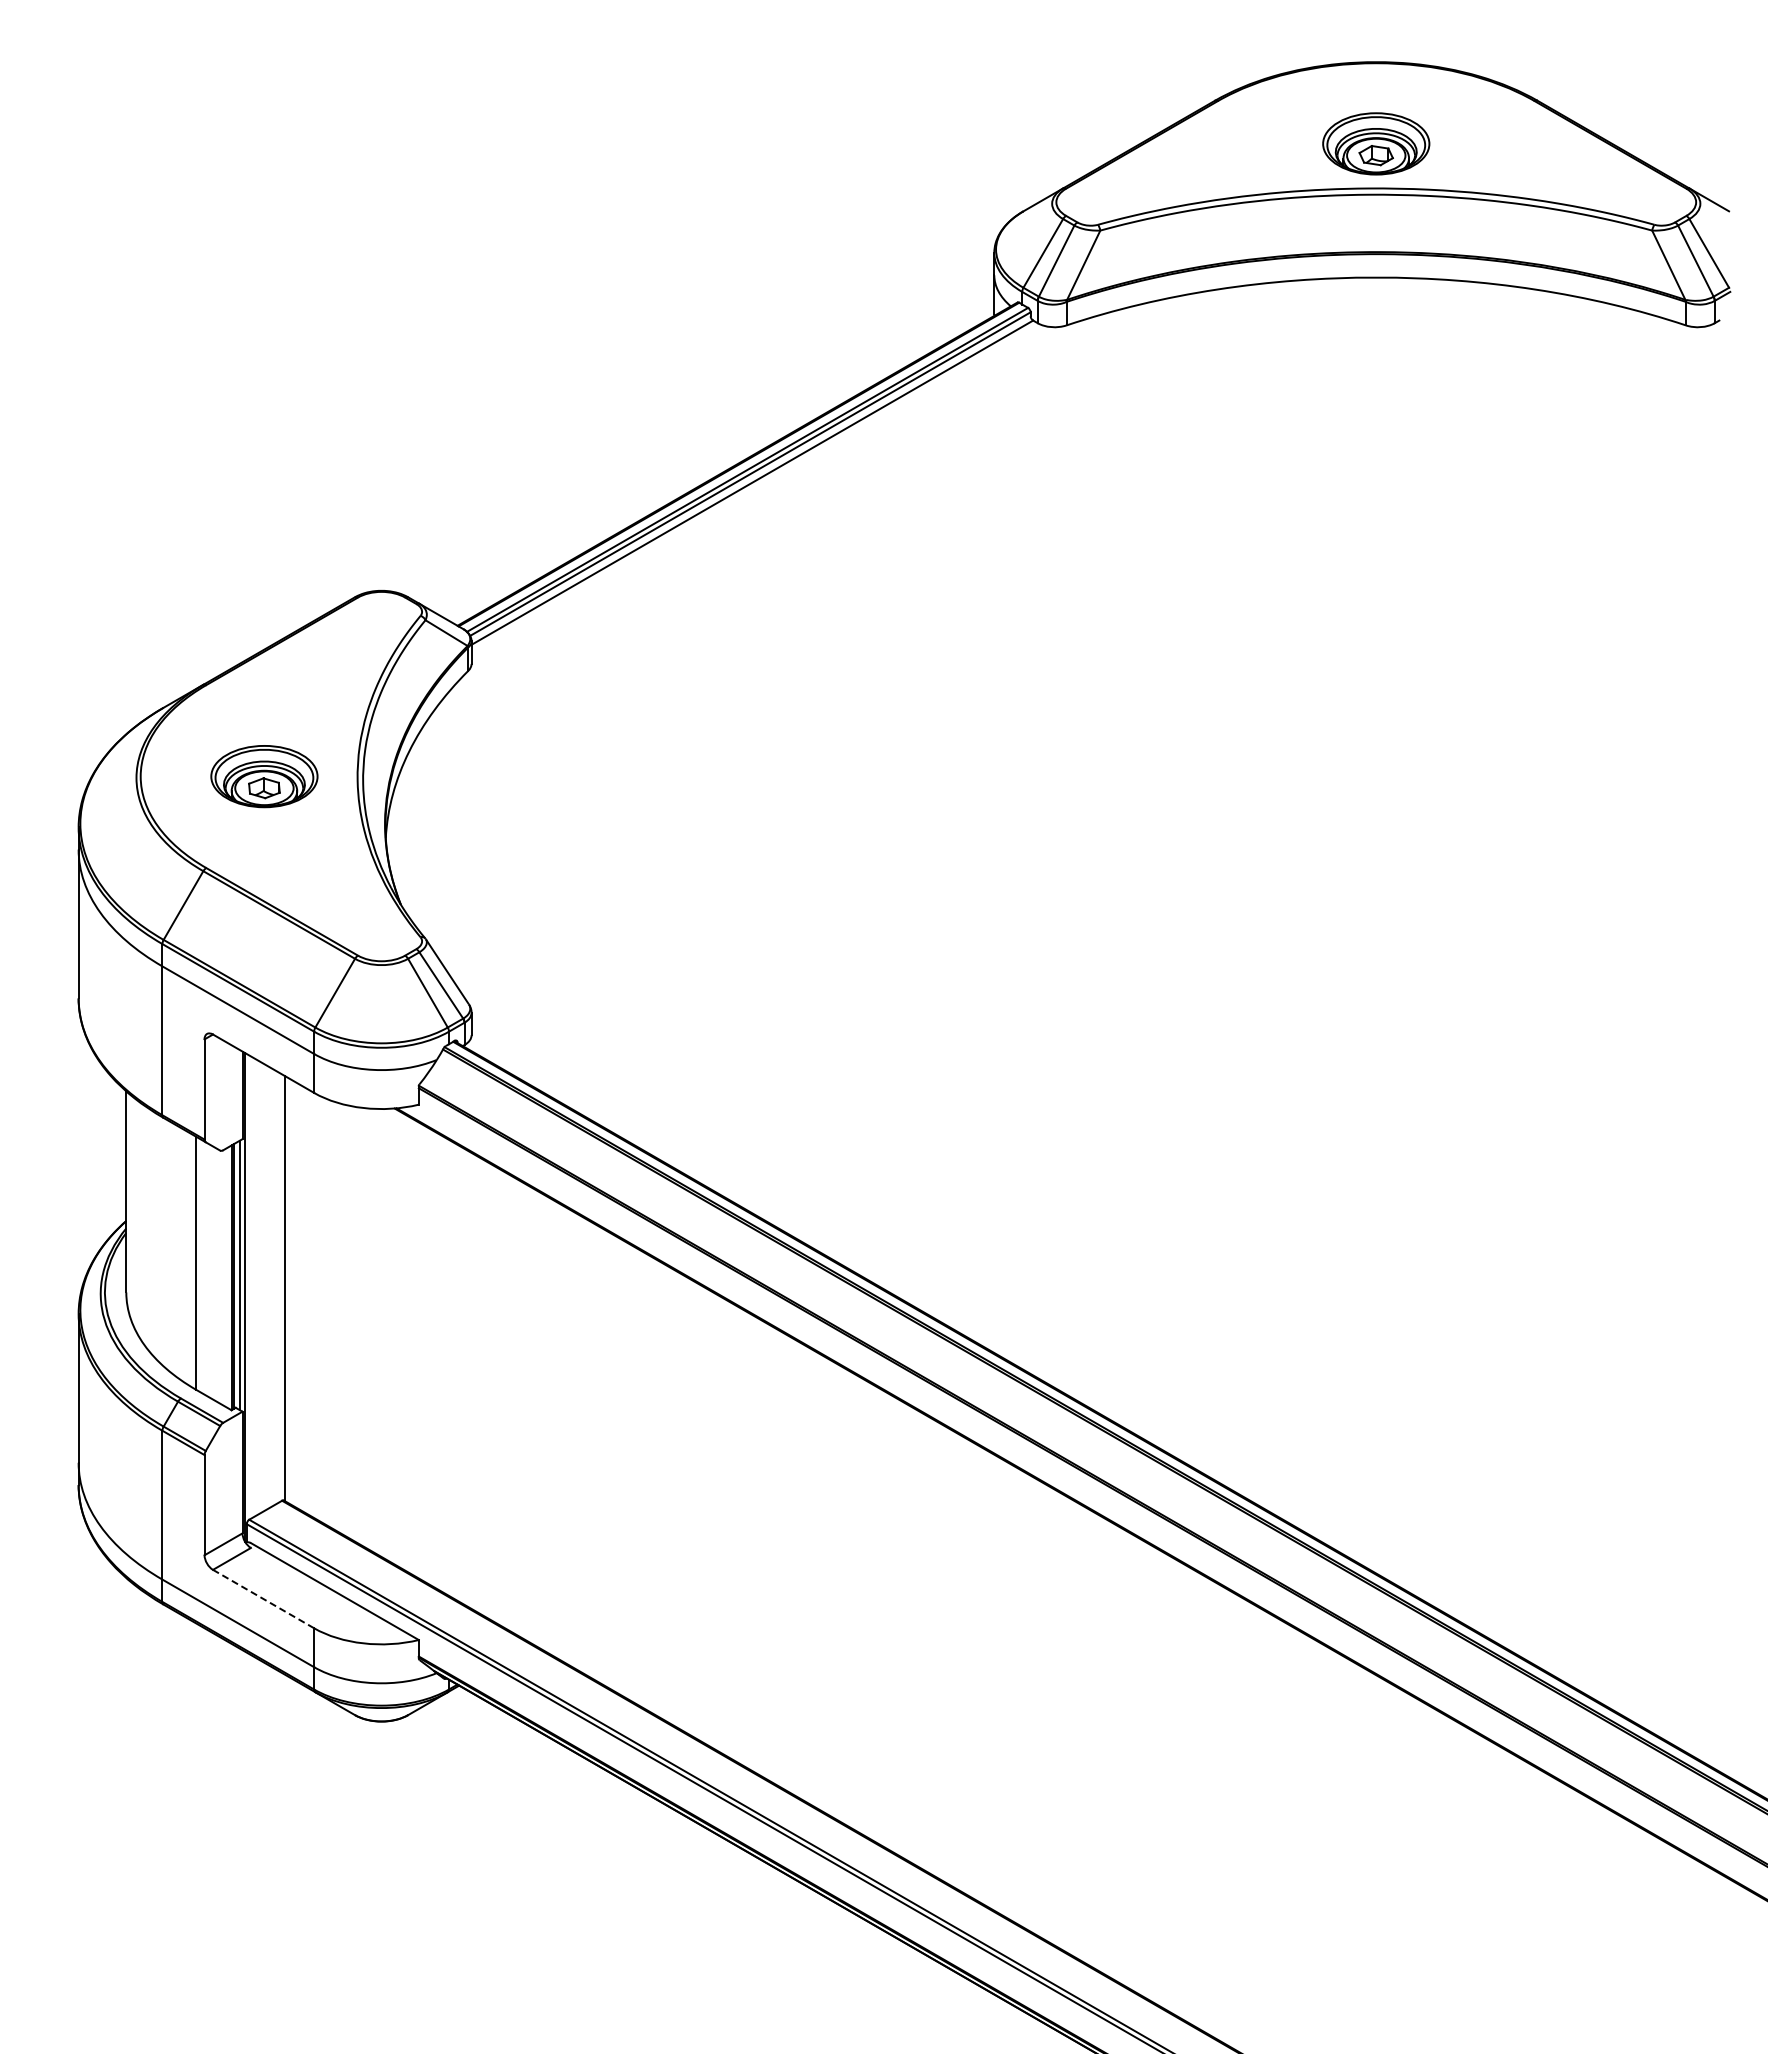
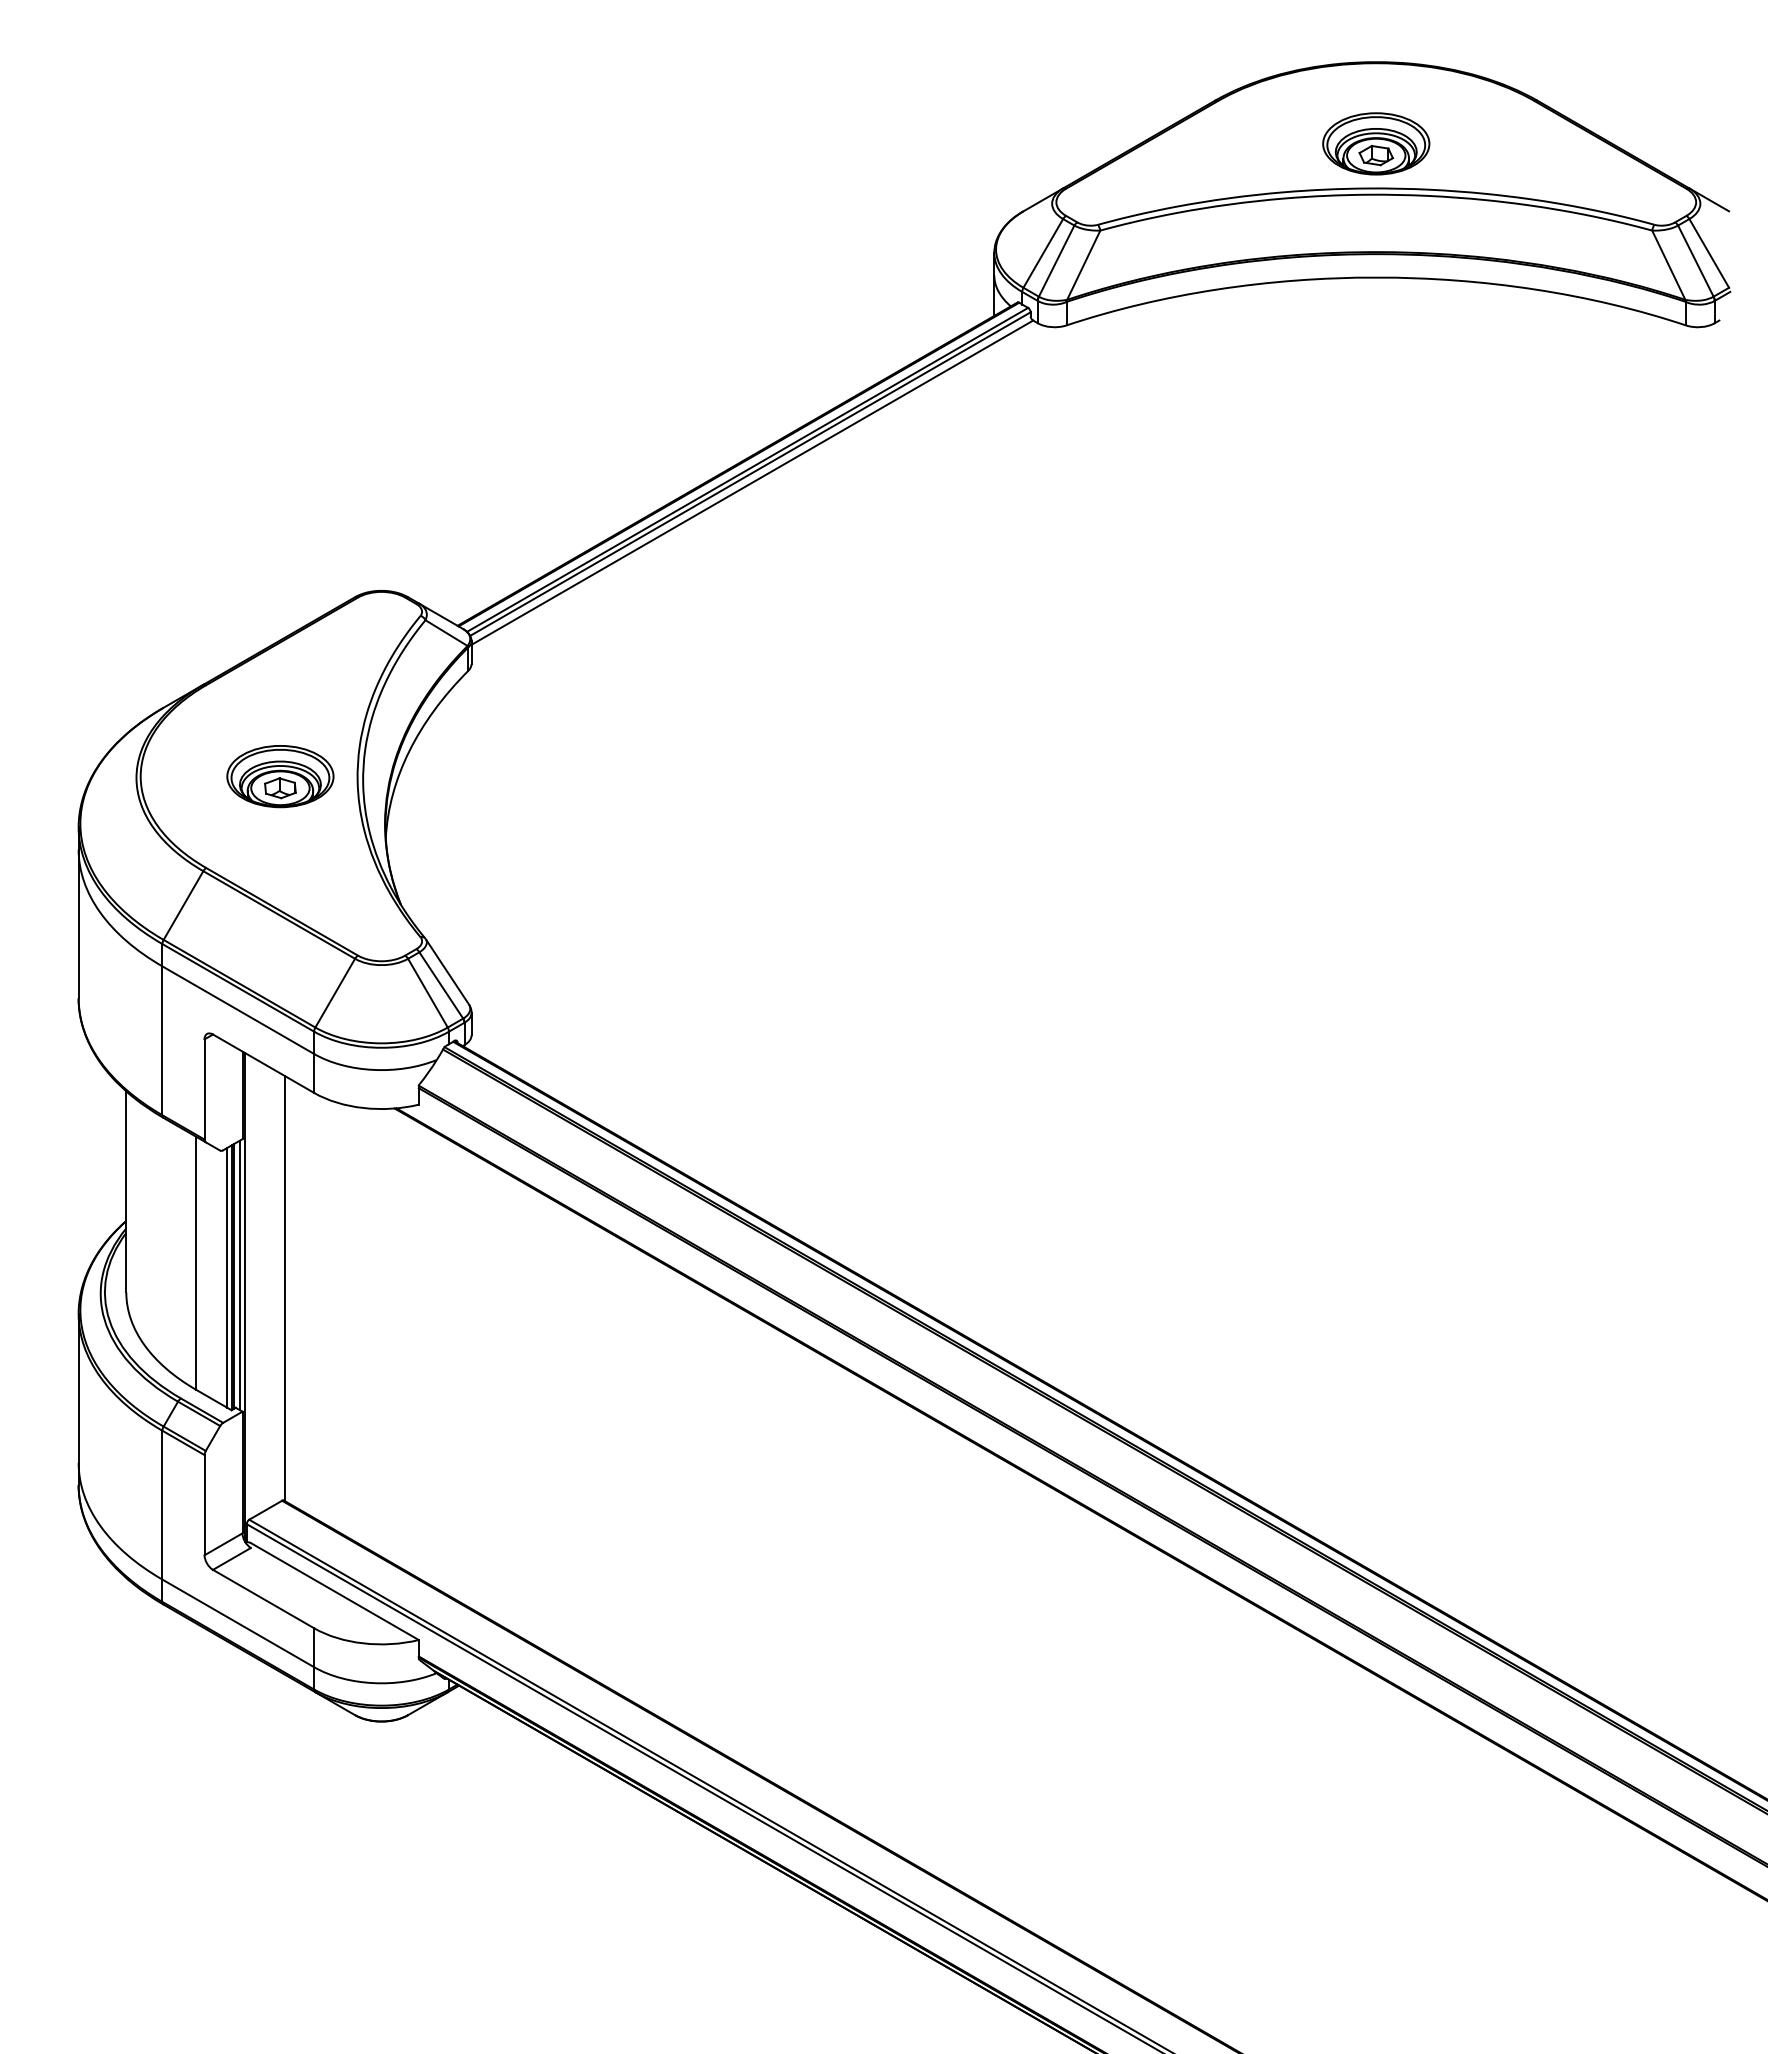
part at (264, 776) position: (264, 776) -> (280, 776)
line at (227, 1277): none -> present
line at (263, 1598): dashed -> solid
